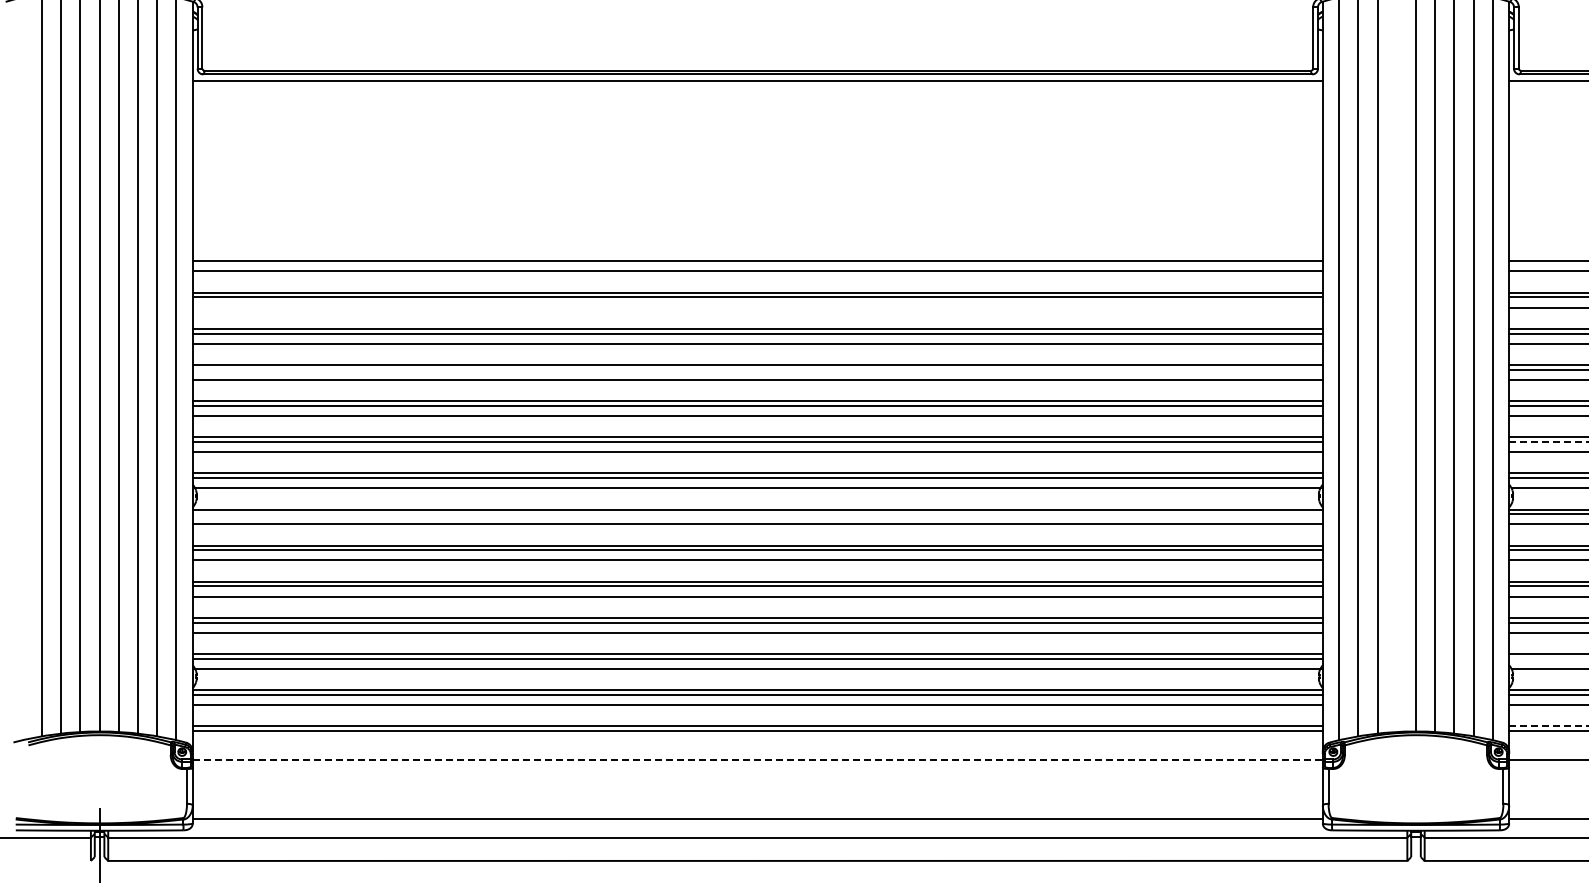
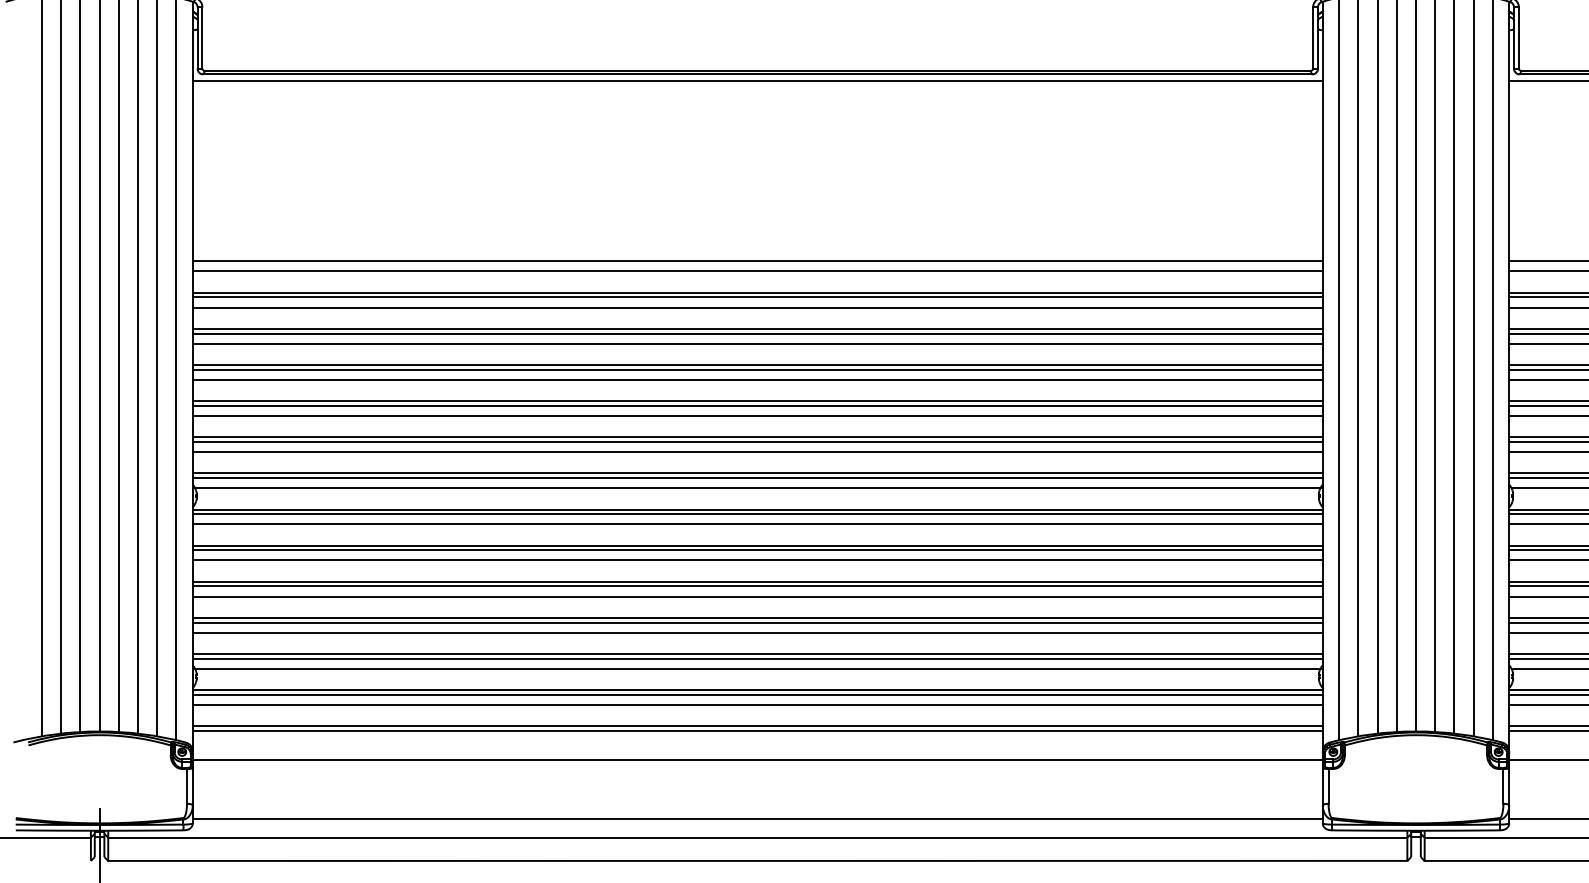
line at (757, 307): none -> present
line at (1396, 366): none -> present
line at (757, 369): none -> present
line at (1549, 441): dashed -> solid
line at (757, 514): none -> present
line at (1547, 658): none -> present
line at (1549, 726): dashed -> solid
line at (758, 759): dashed -> solid
